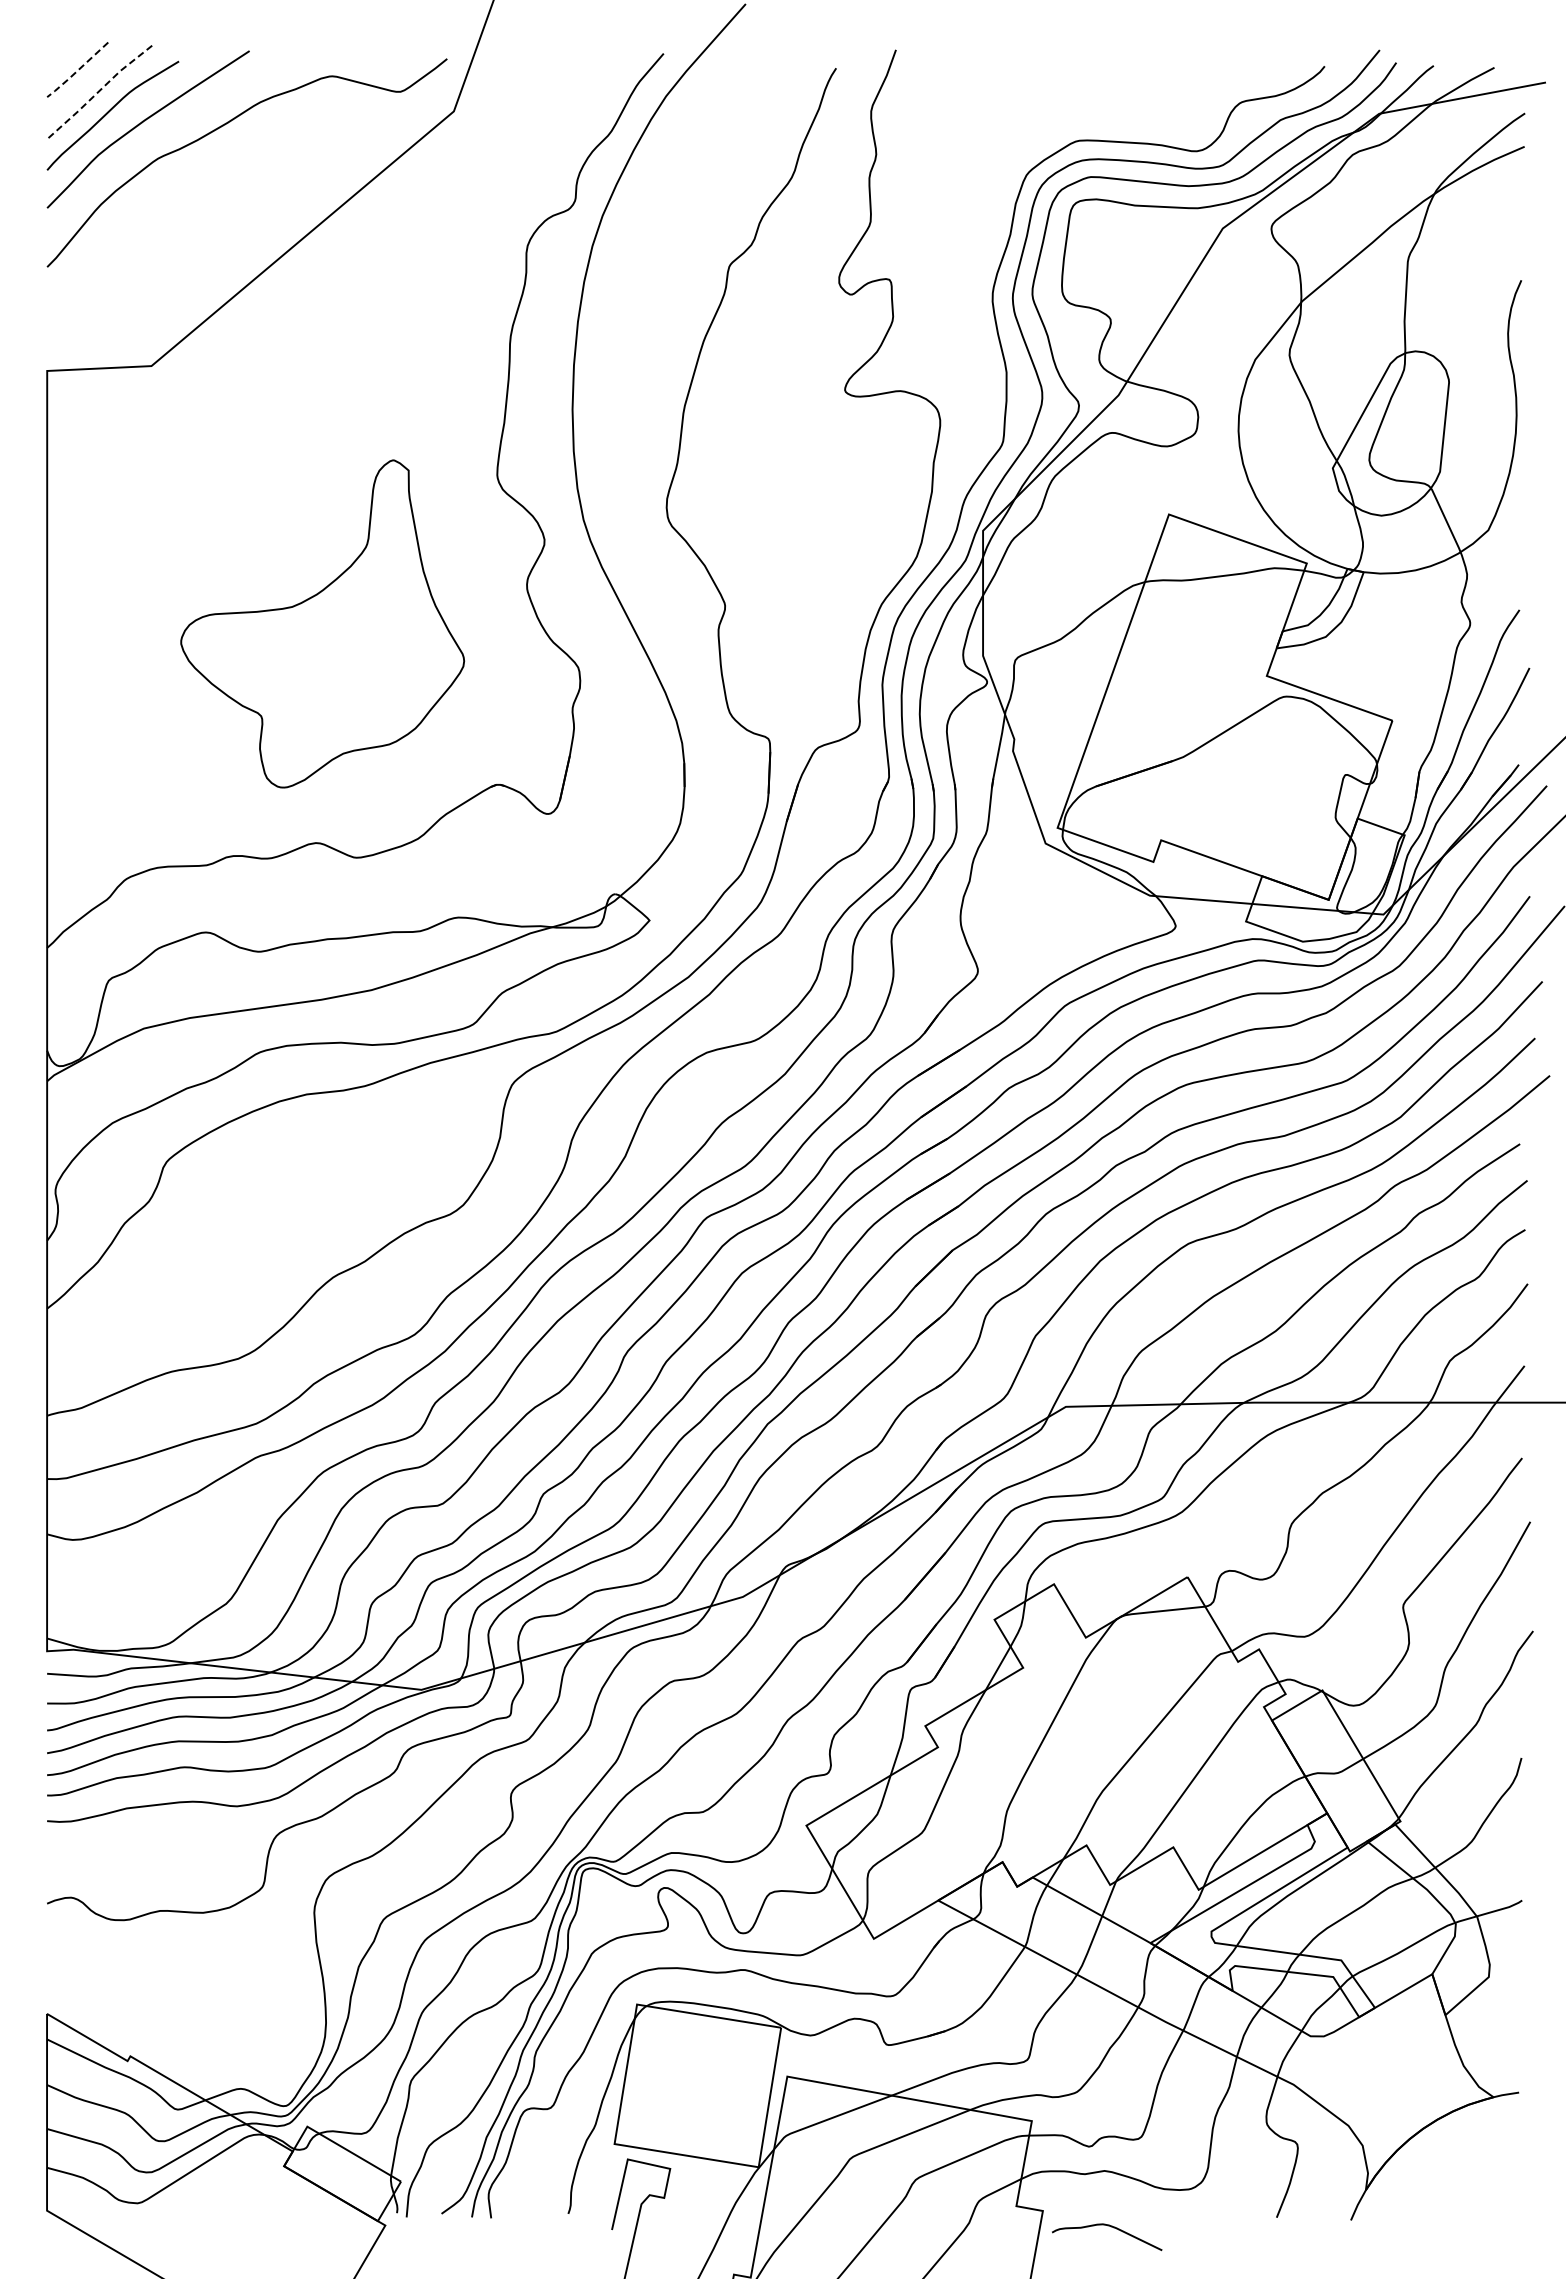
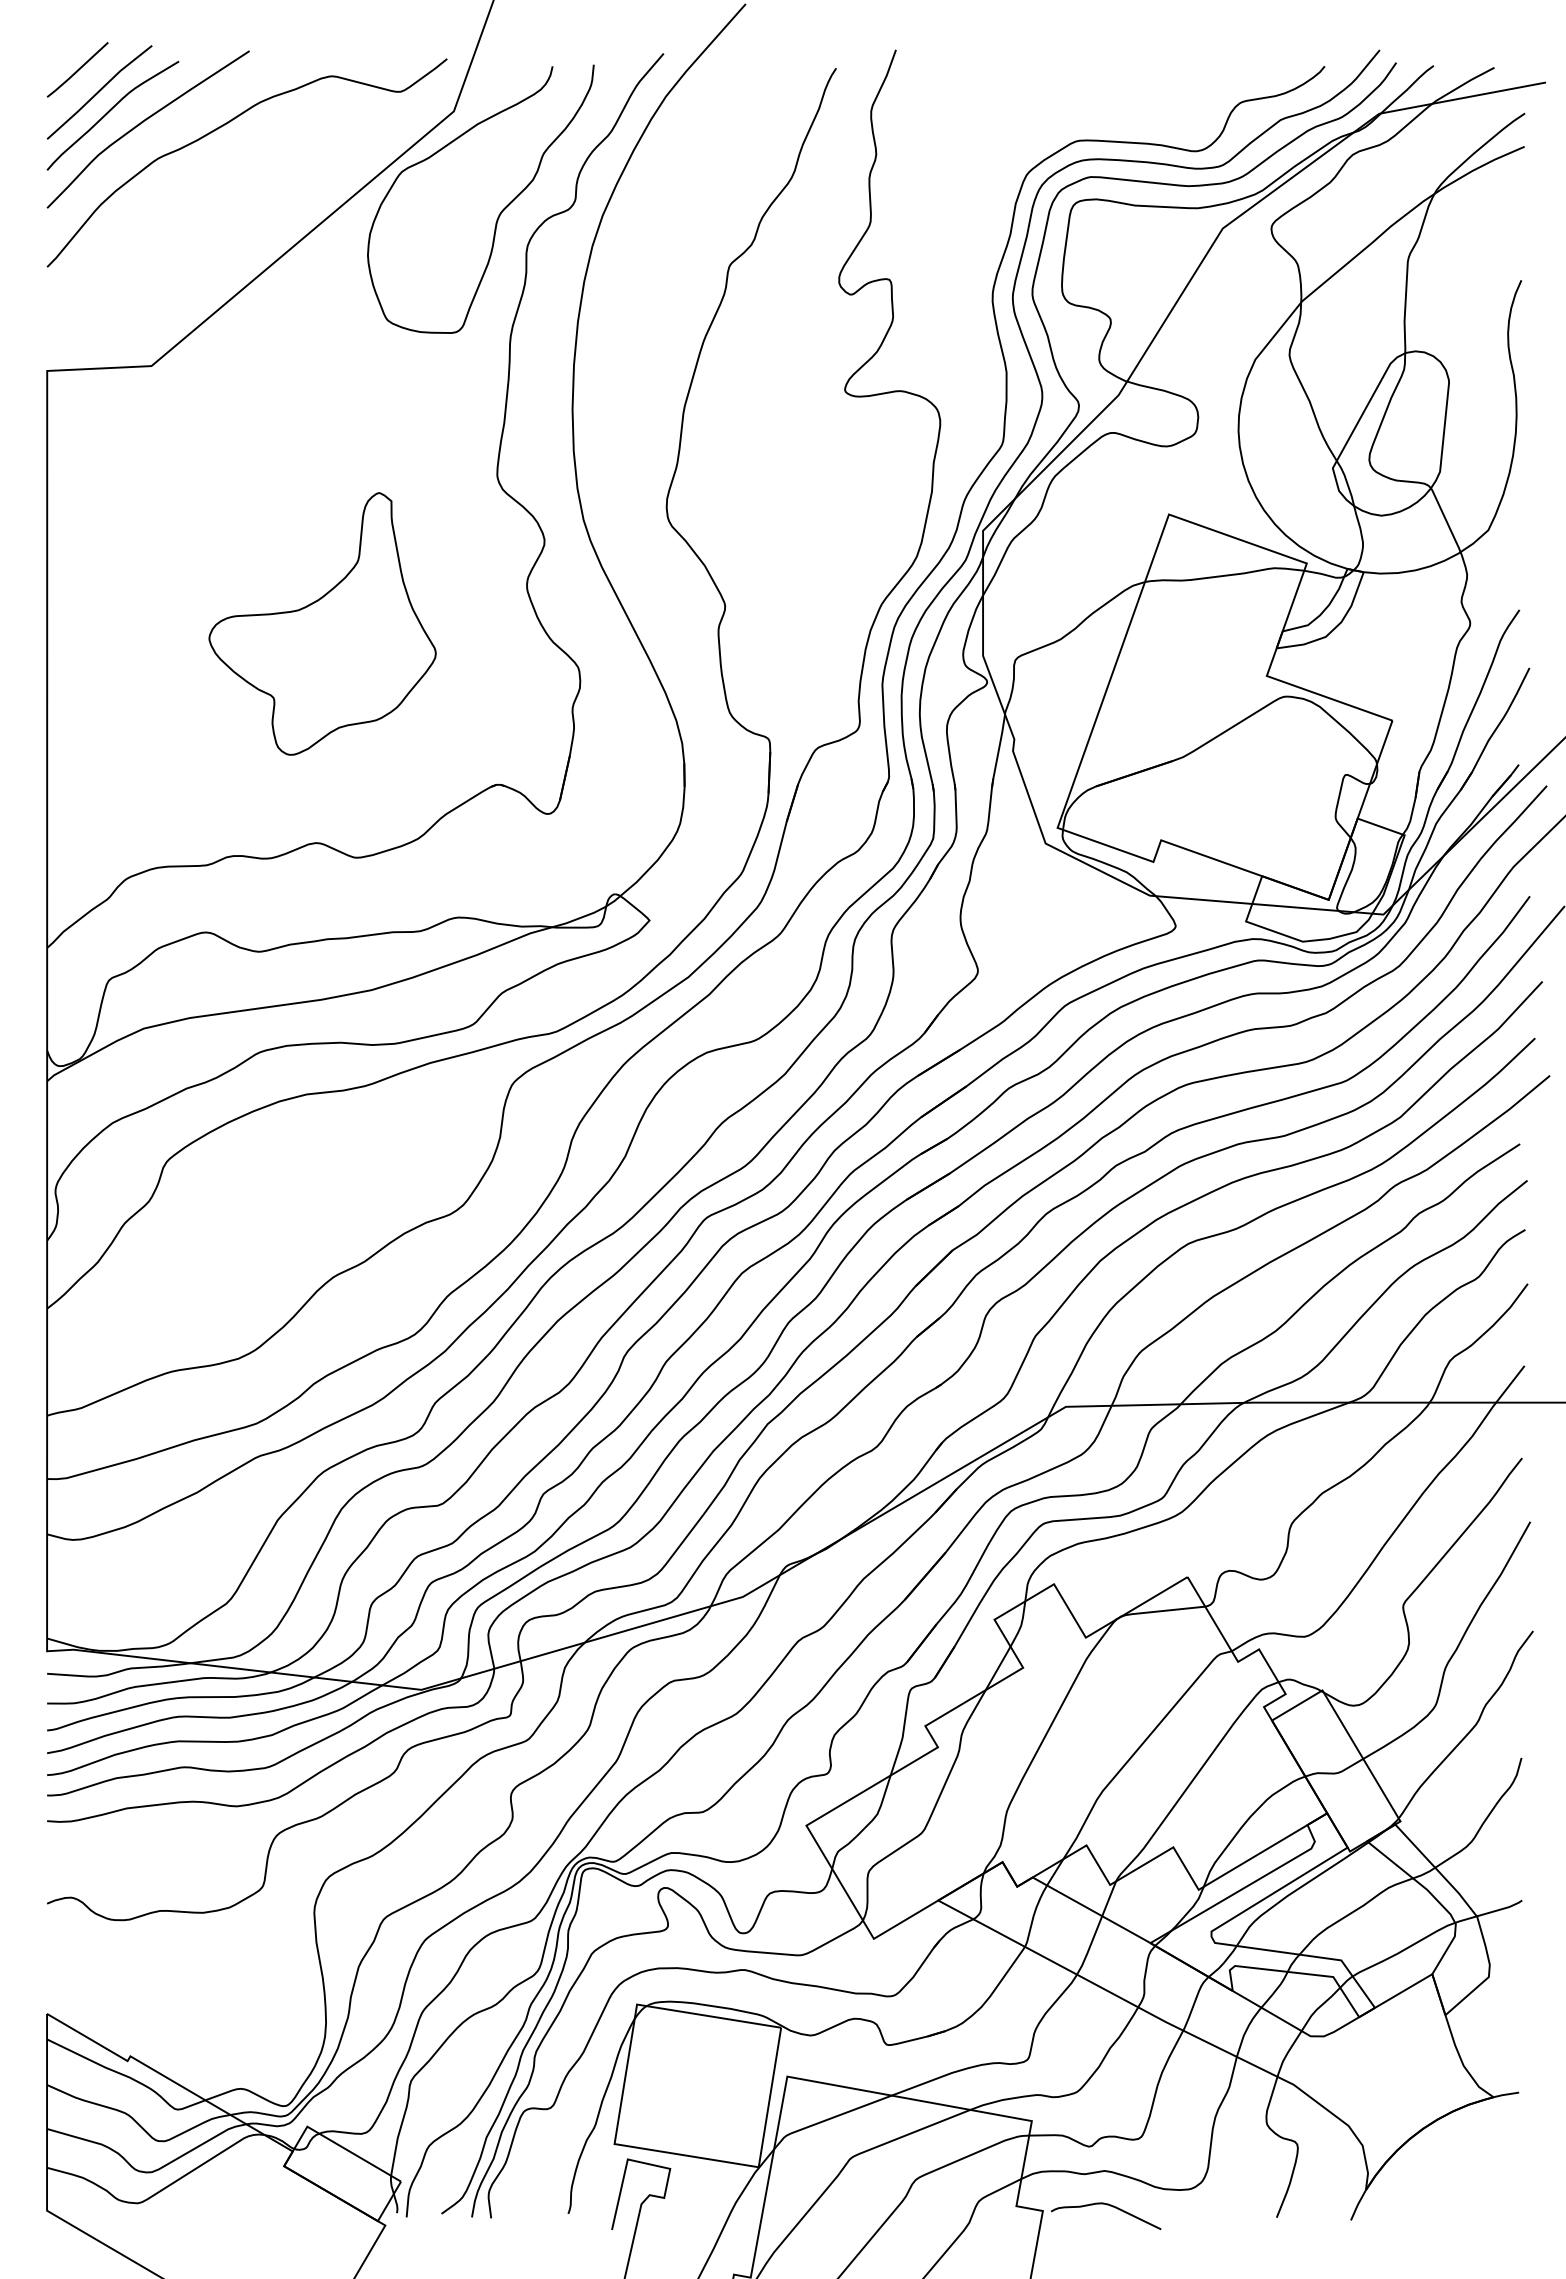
line at (76, 71): dashed -> solid
line at (98, 91): dashed -> solid
curve at (501, 210): none -> present
part at (322, 623) size: 286x330 px -> 229x264 px
curve at (1111, 2227) position: (1111, 2227) -> (1110, 2206)
